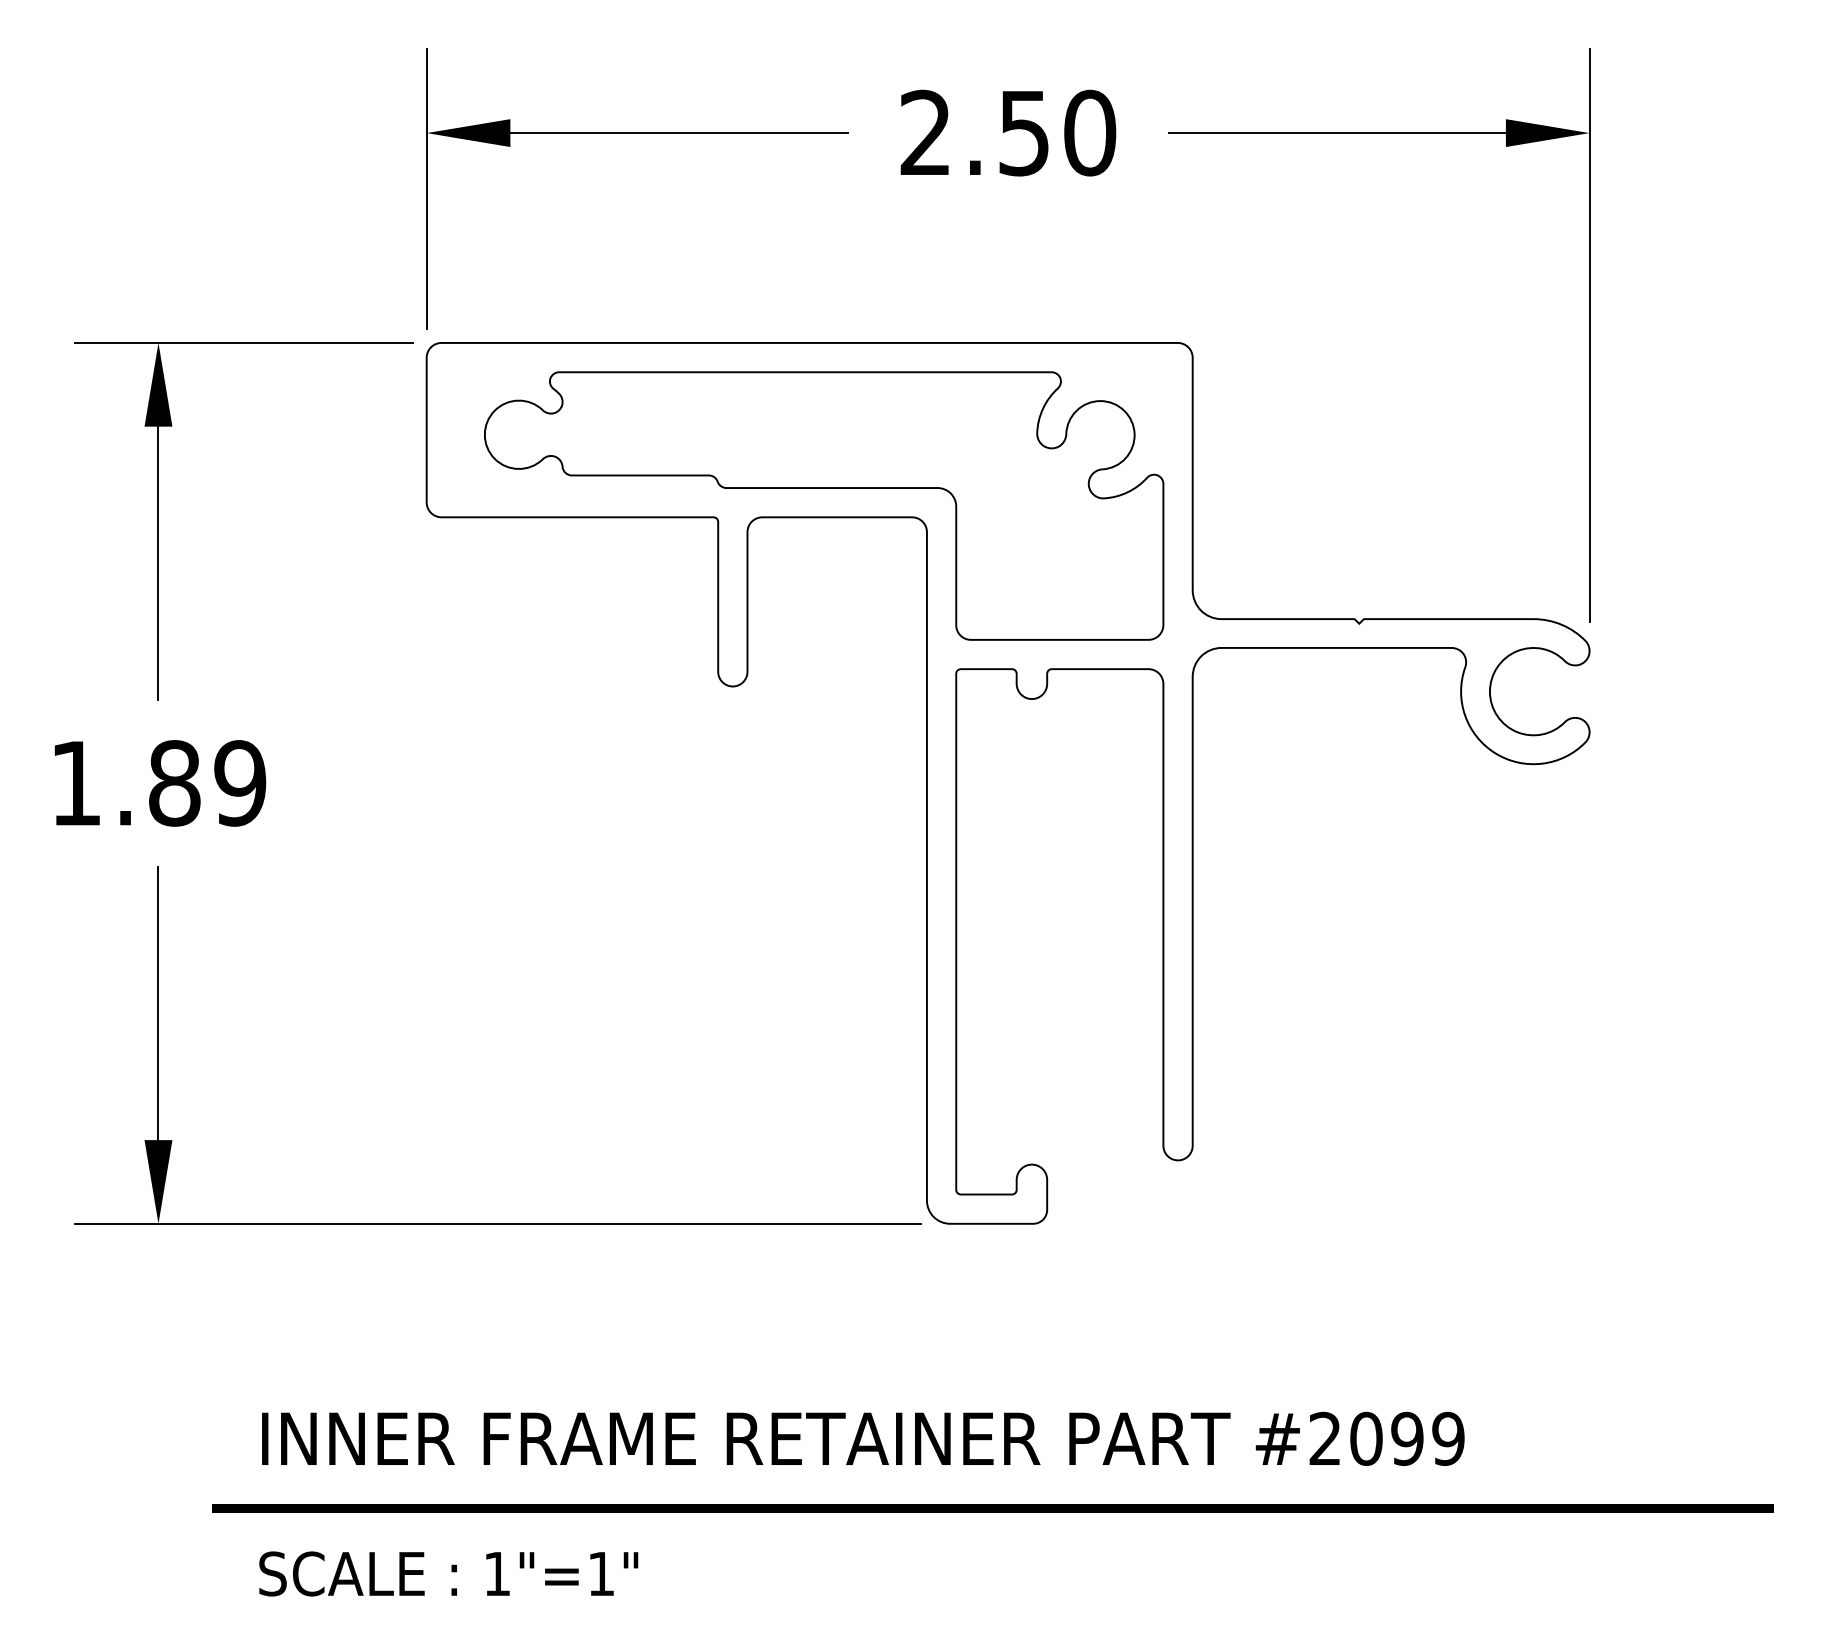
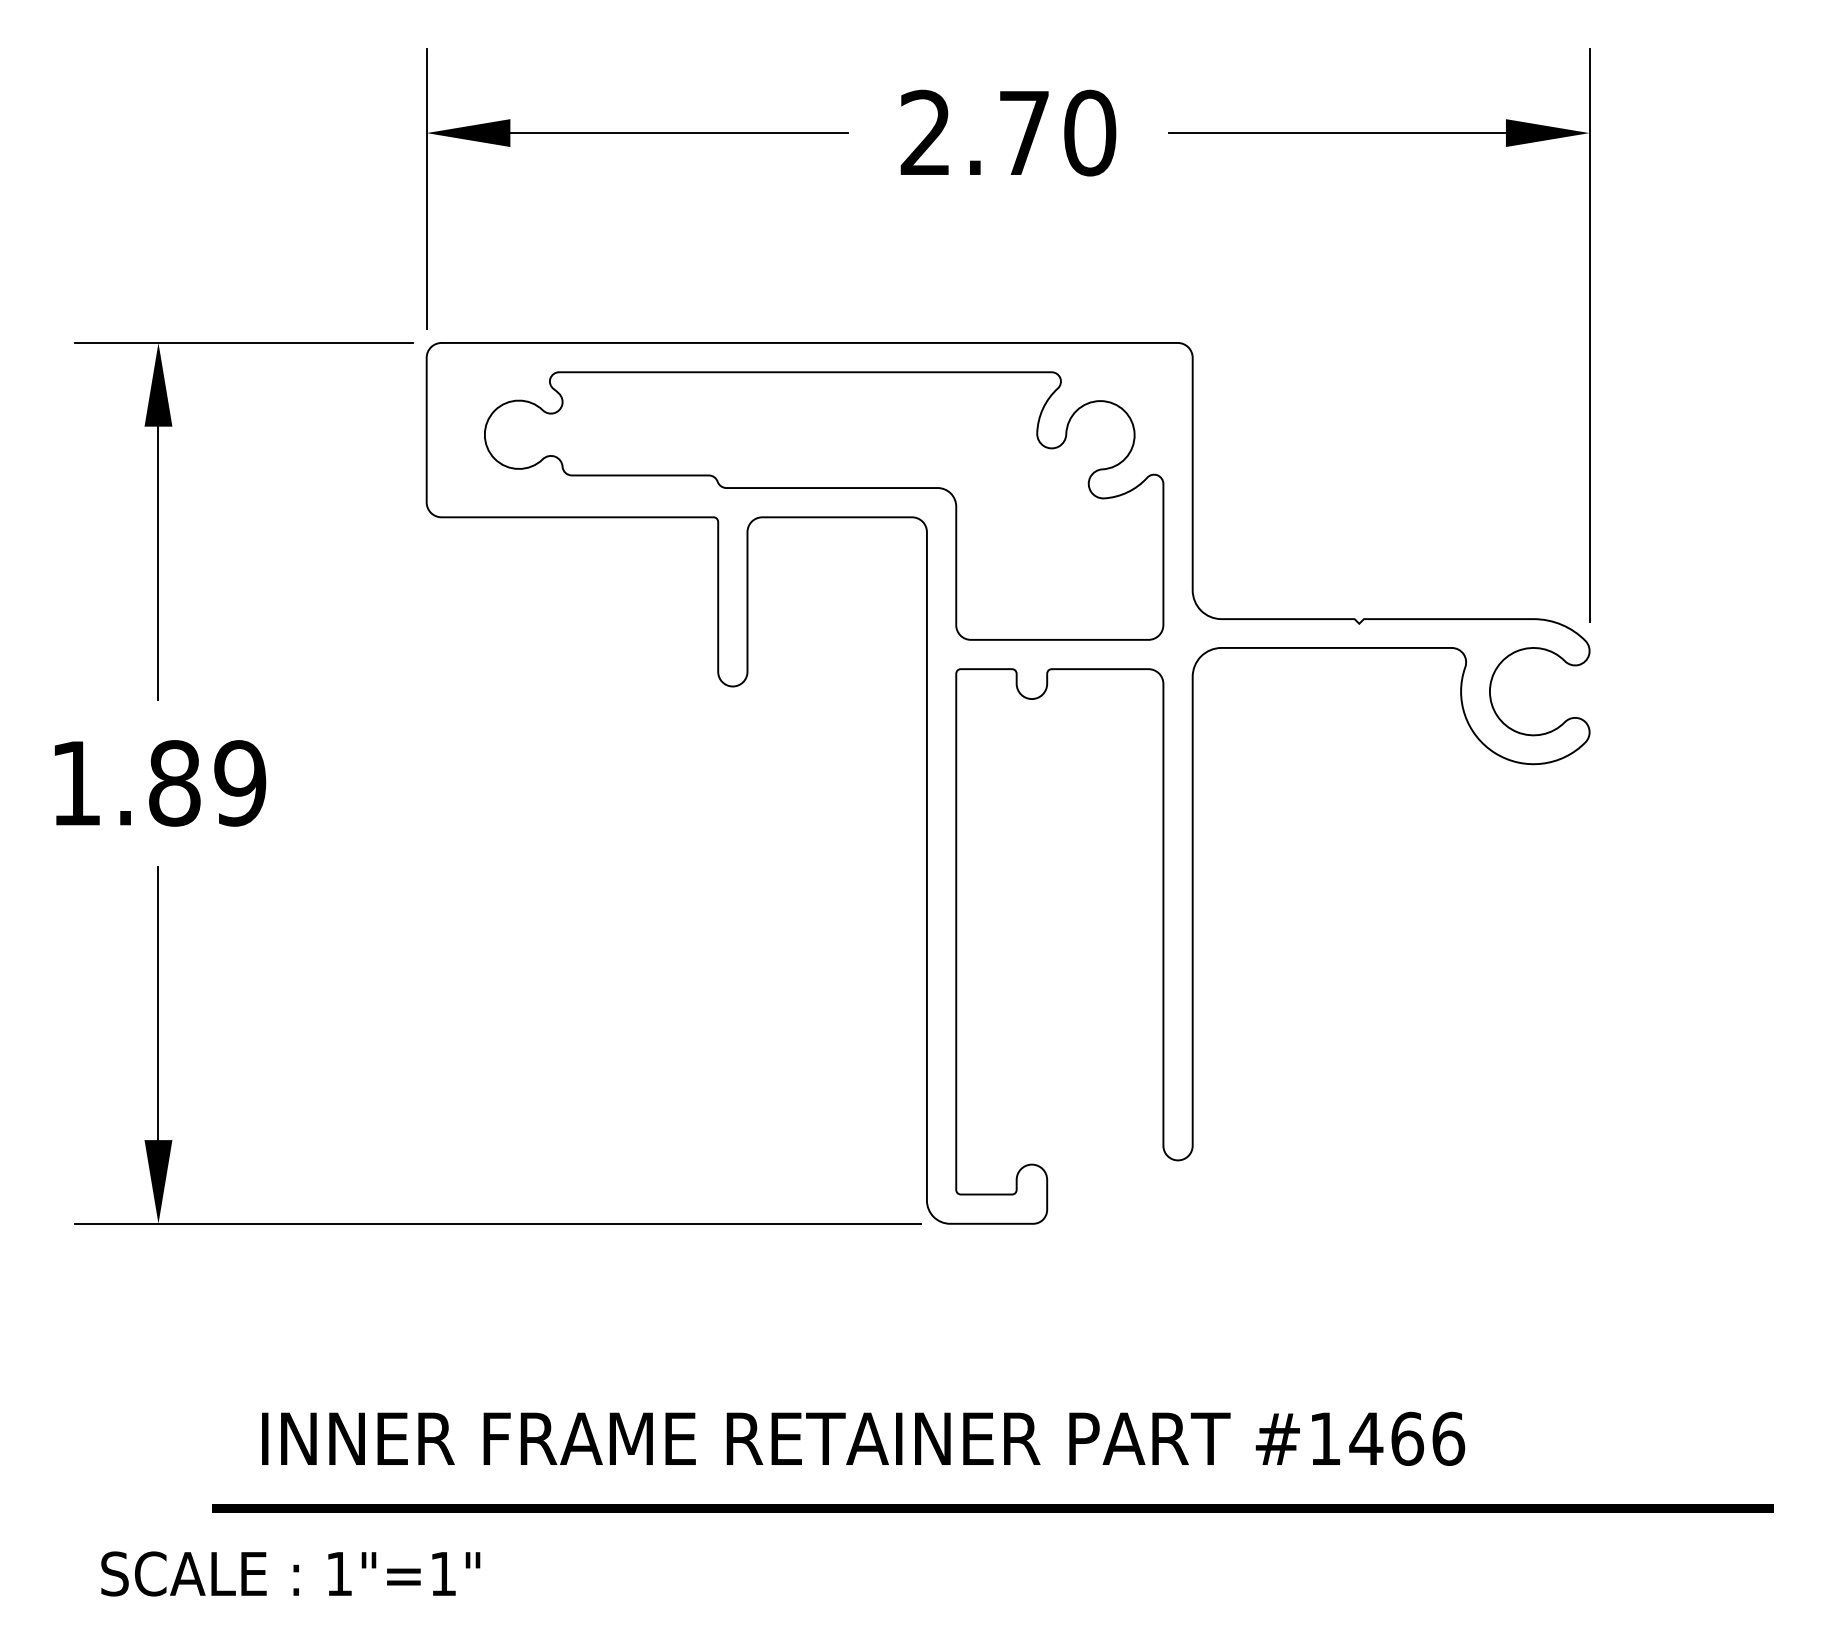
text at (1023, 133): 2.50 -> 2.70
text at (1387, 1438): #2099 -> #1466
text at (448, 1573) position: (448, 1573) -> (290, 1573)
